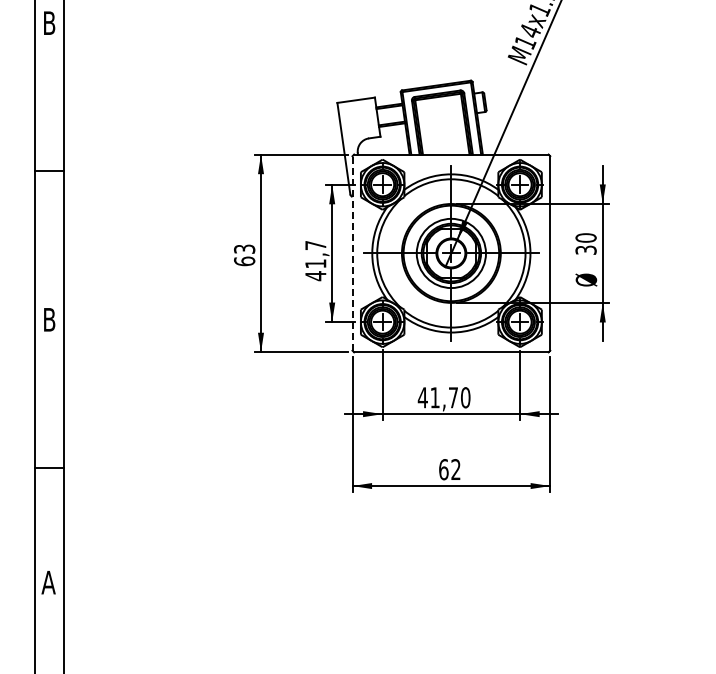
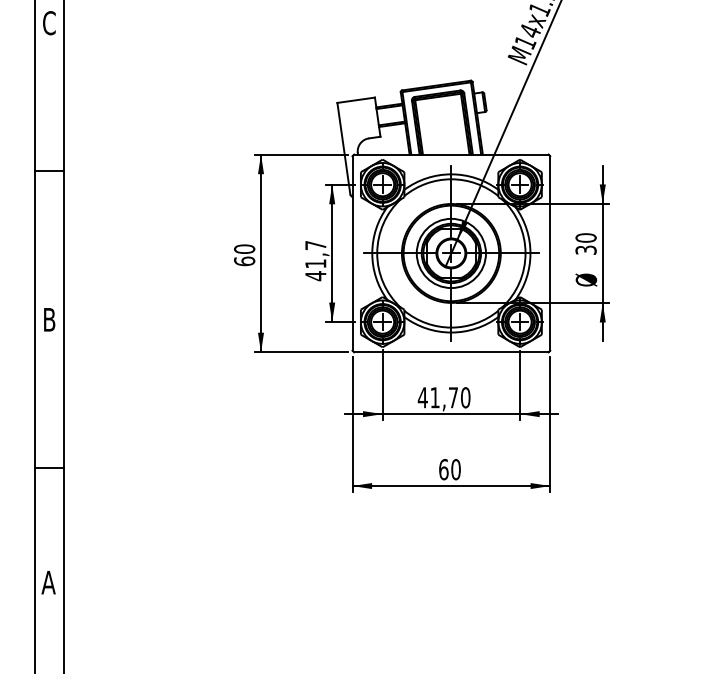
text at (49, 23): B -> C
text at (244, 248): 63 -> 60
line at (352, 252): dashed -> solid
text at (455, 469): 62 -> 60
